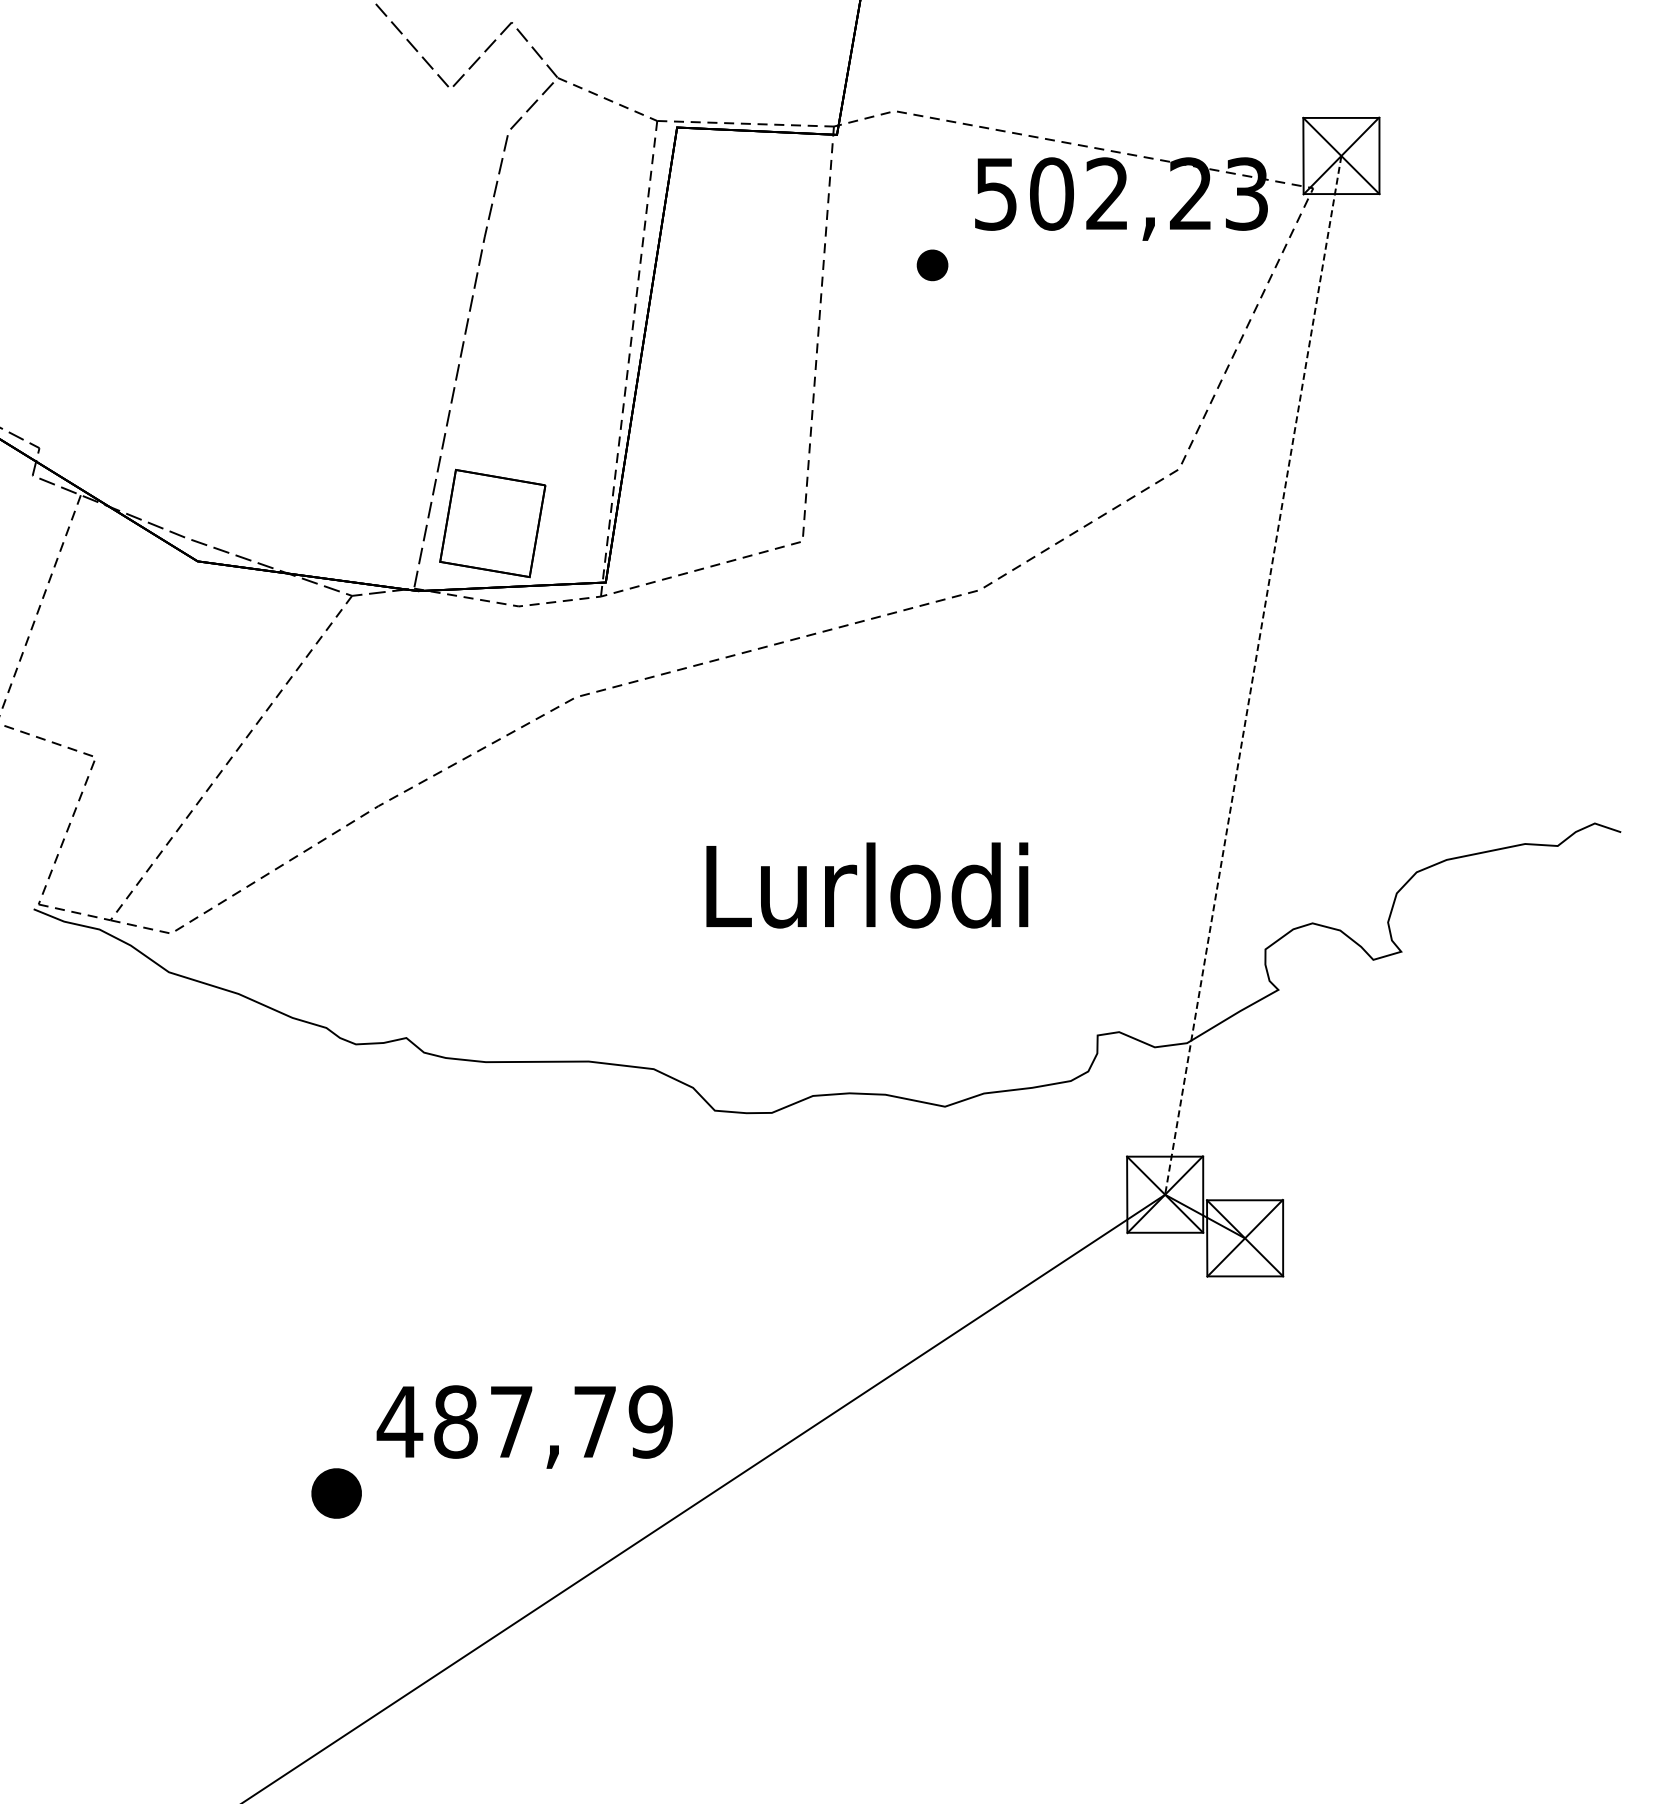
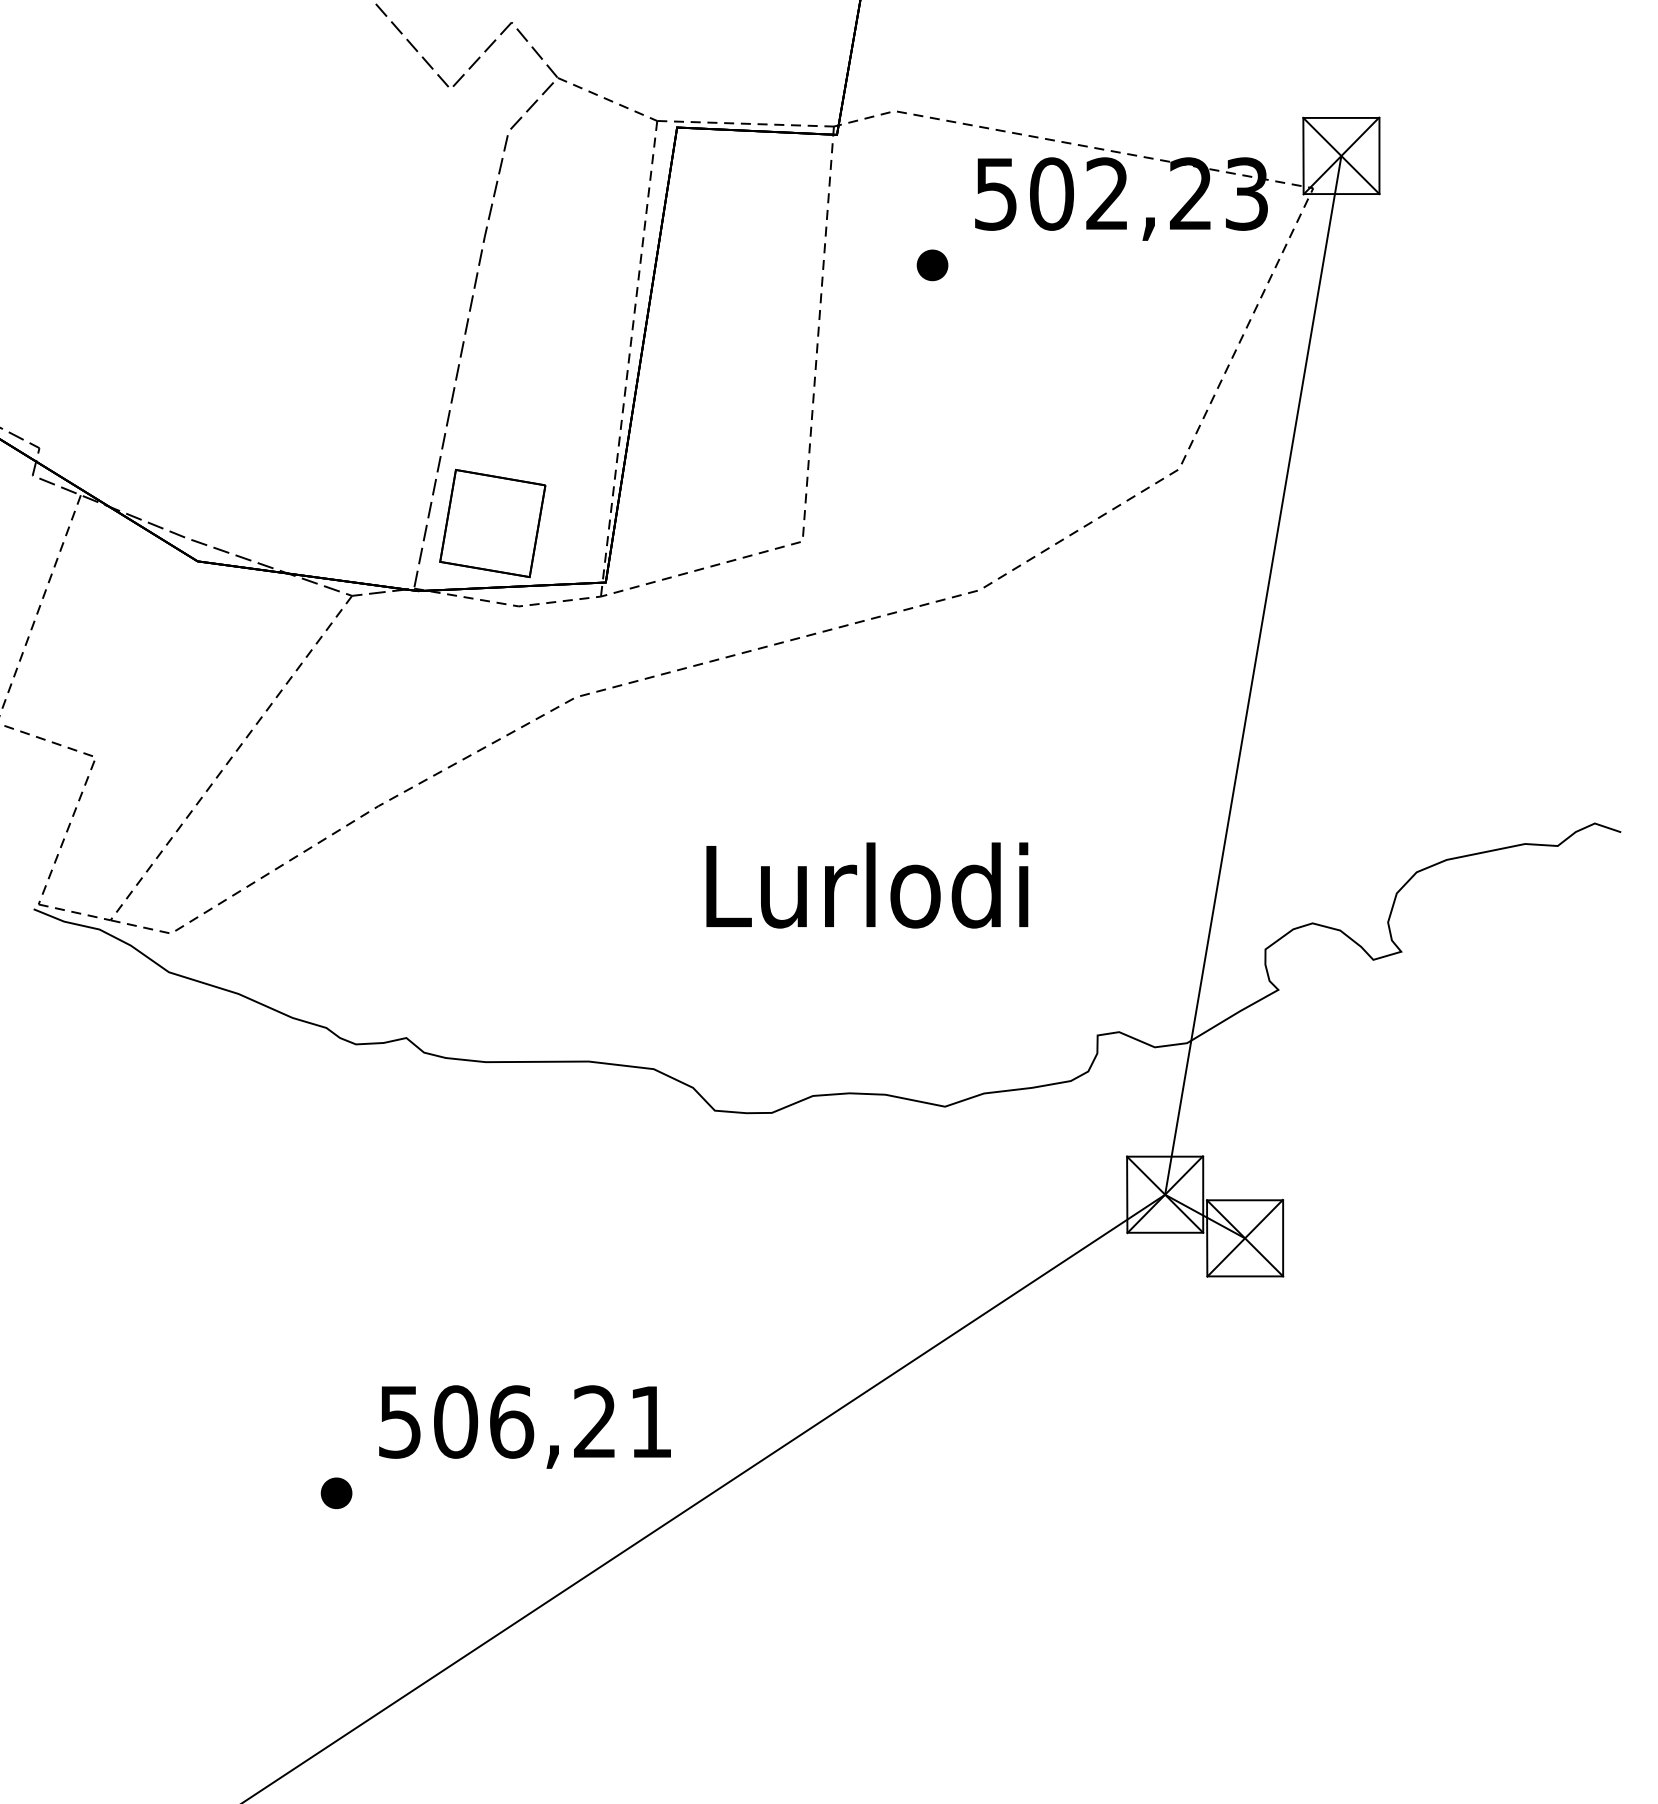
line at (1253, 675): dashed -> solid
text at (524, 1421): 487,79 -> 506,21
part at (336, 1493) size: 51x51 px -> 33x32 px
